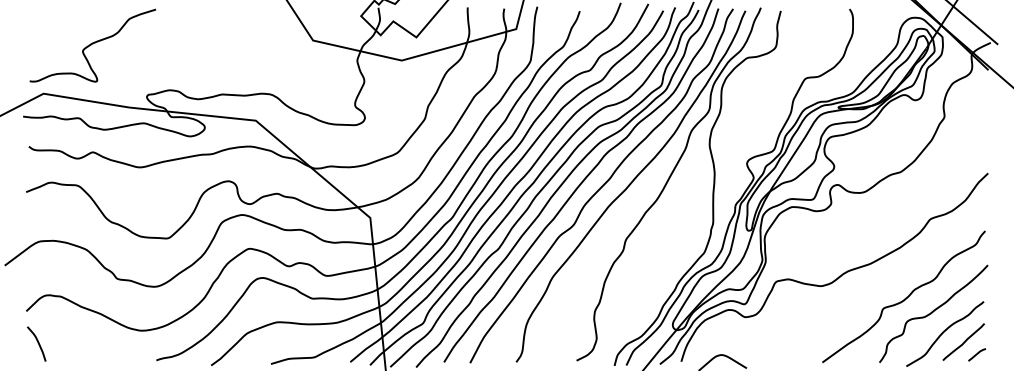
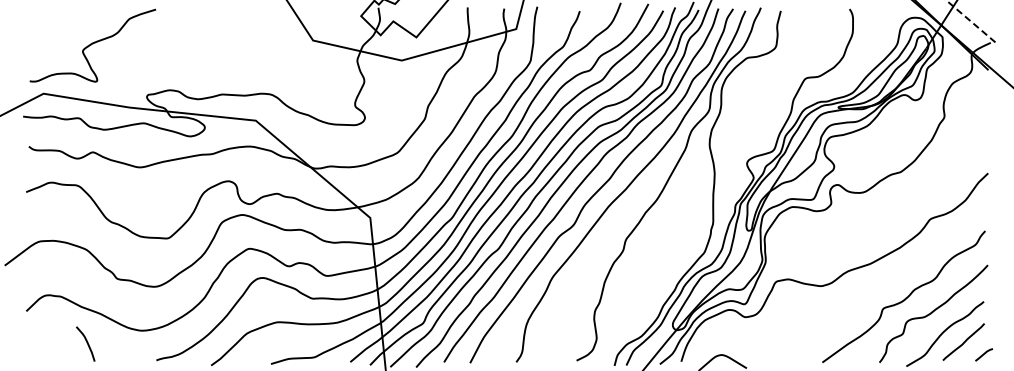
line at (972, 22): solid -> dashed
curve at (37, 343) position: (37, 343) -> (86, 343)
line at (977, 354) position: (977, 354) -> (984, 354)
